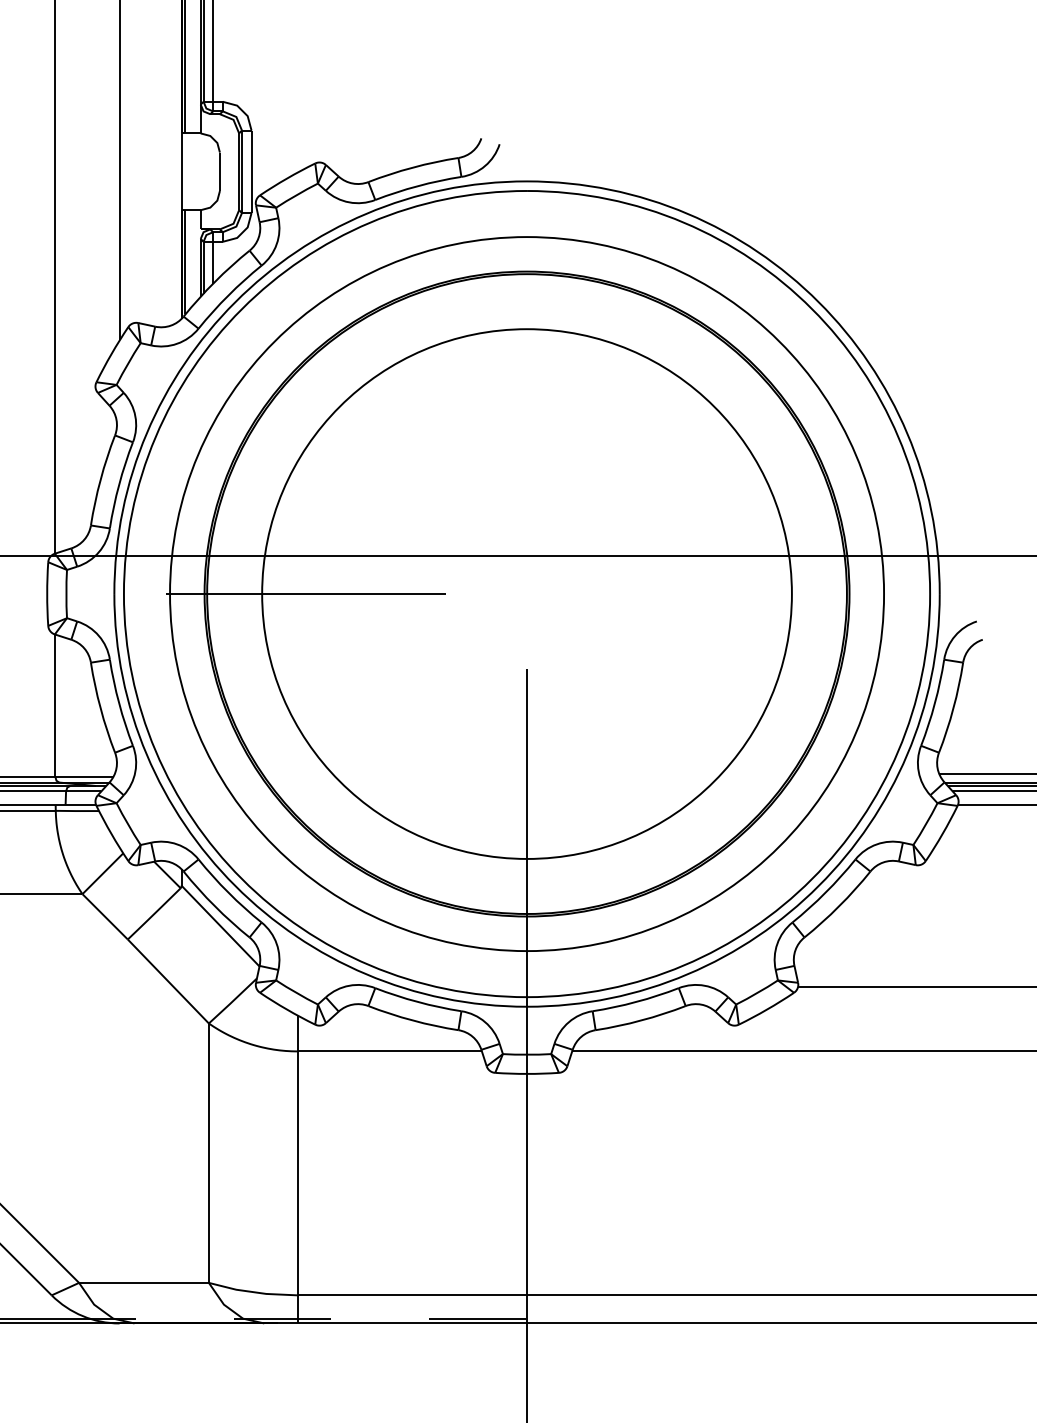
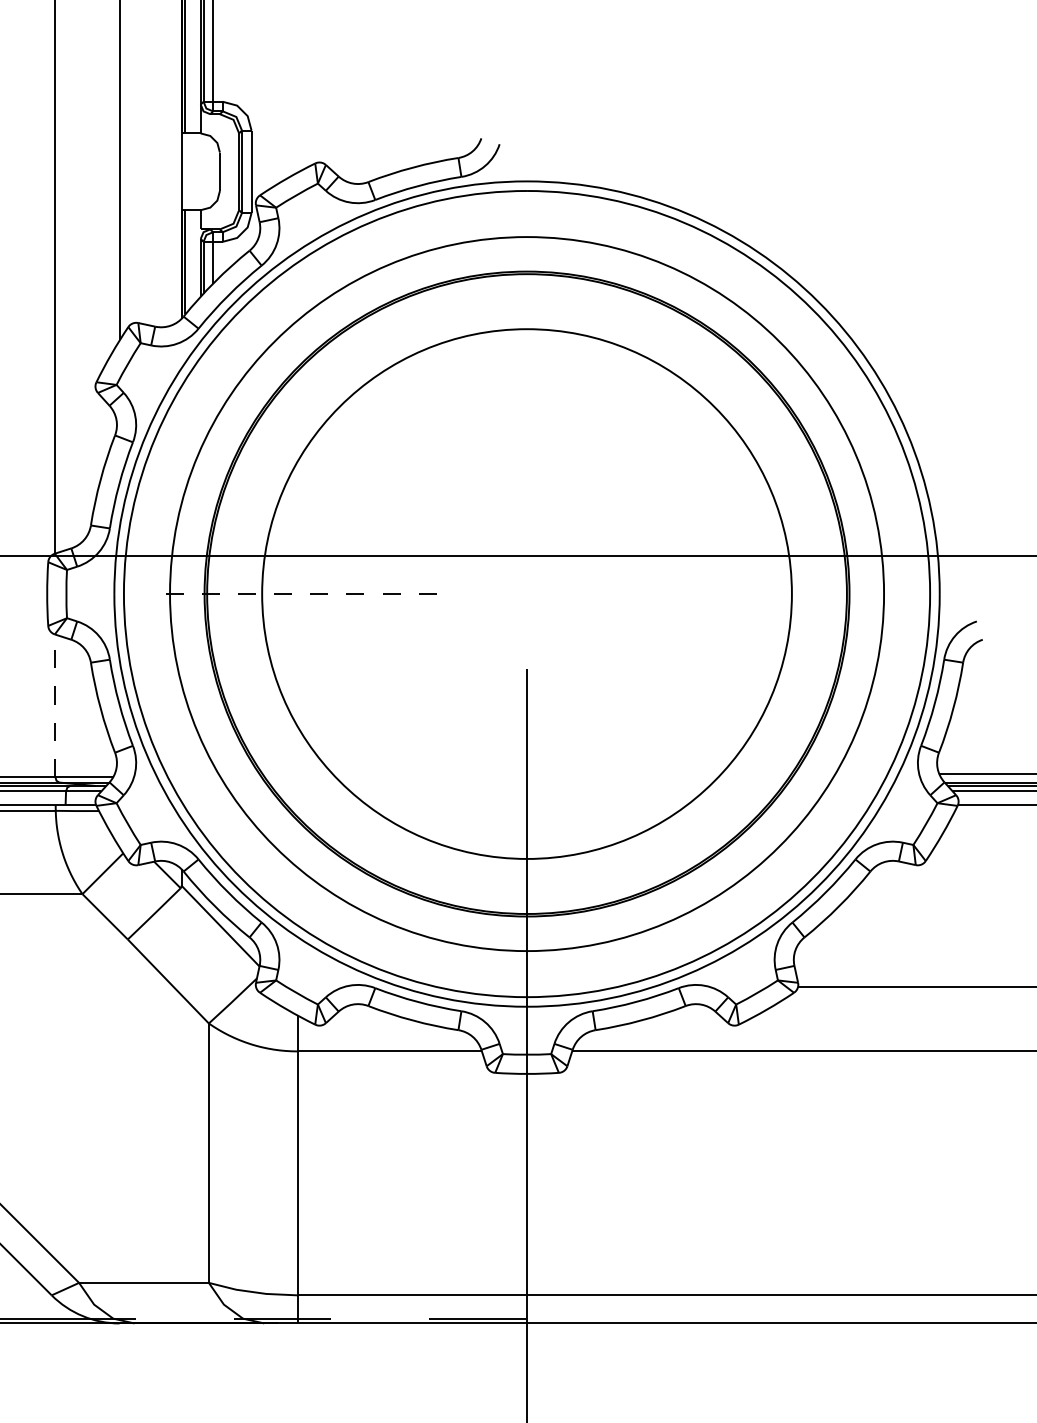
line at (306, 594): solid -> dashed
line at (55, 705): solid -> dashed
